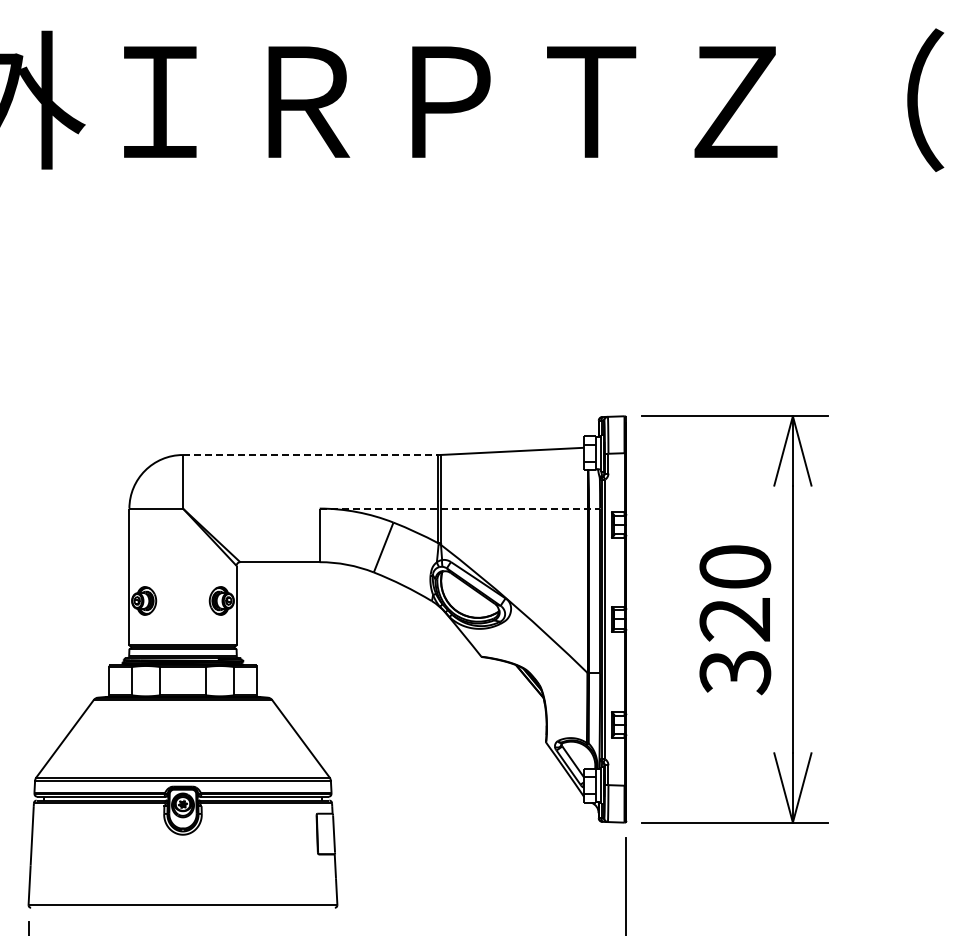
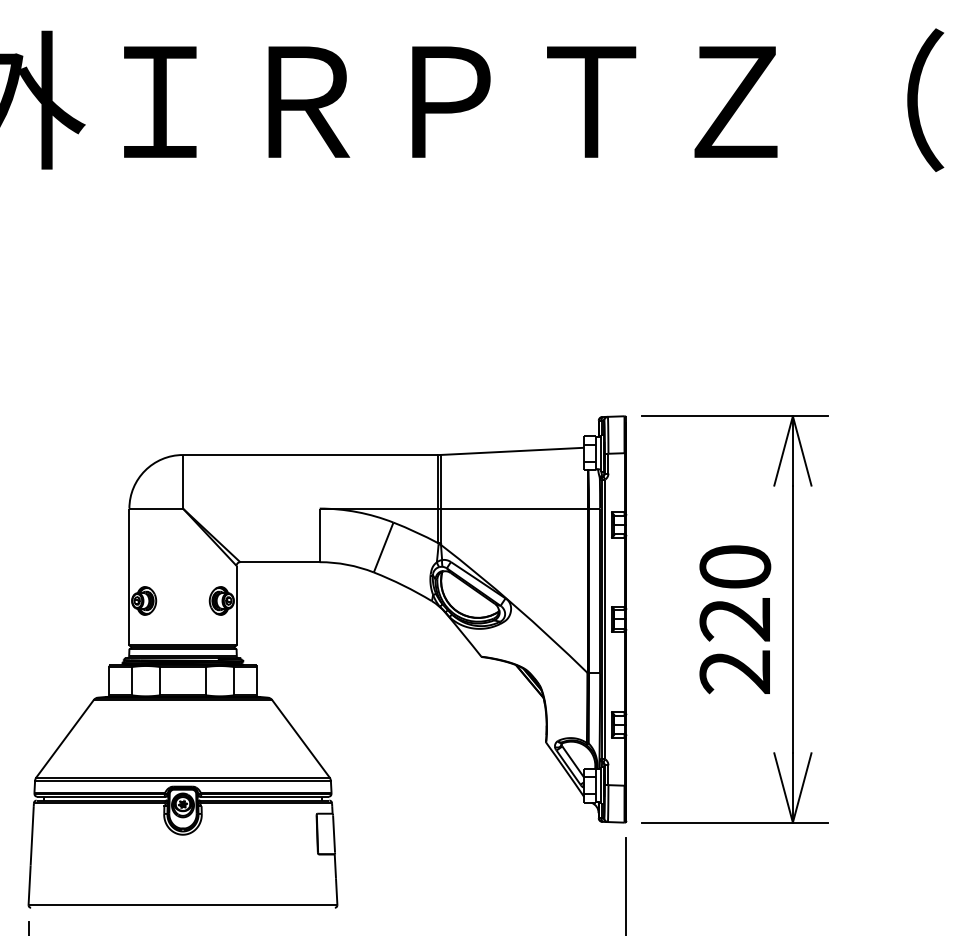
line at (310, 455): dashed -> solid
line at (460, 508): dashed -> solid
text at (735, 672): 320 -> 220
